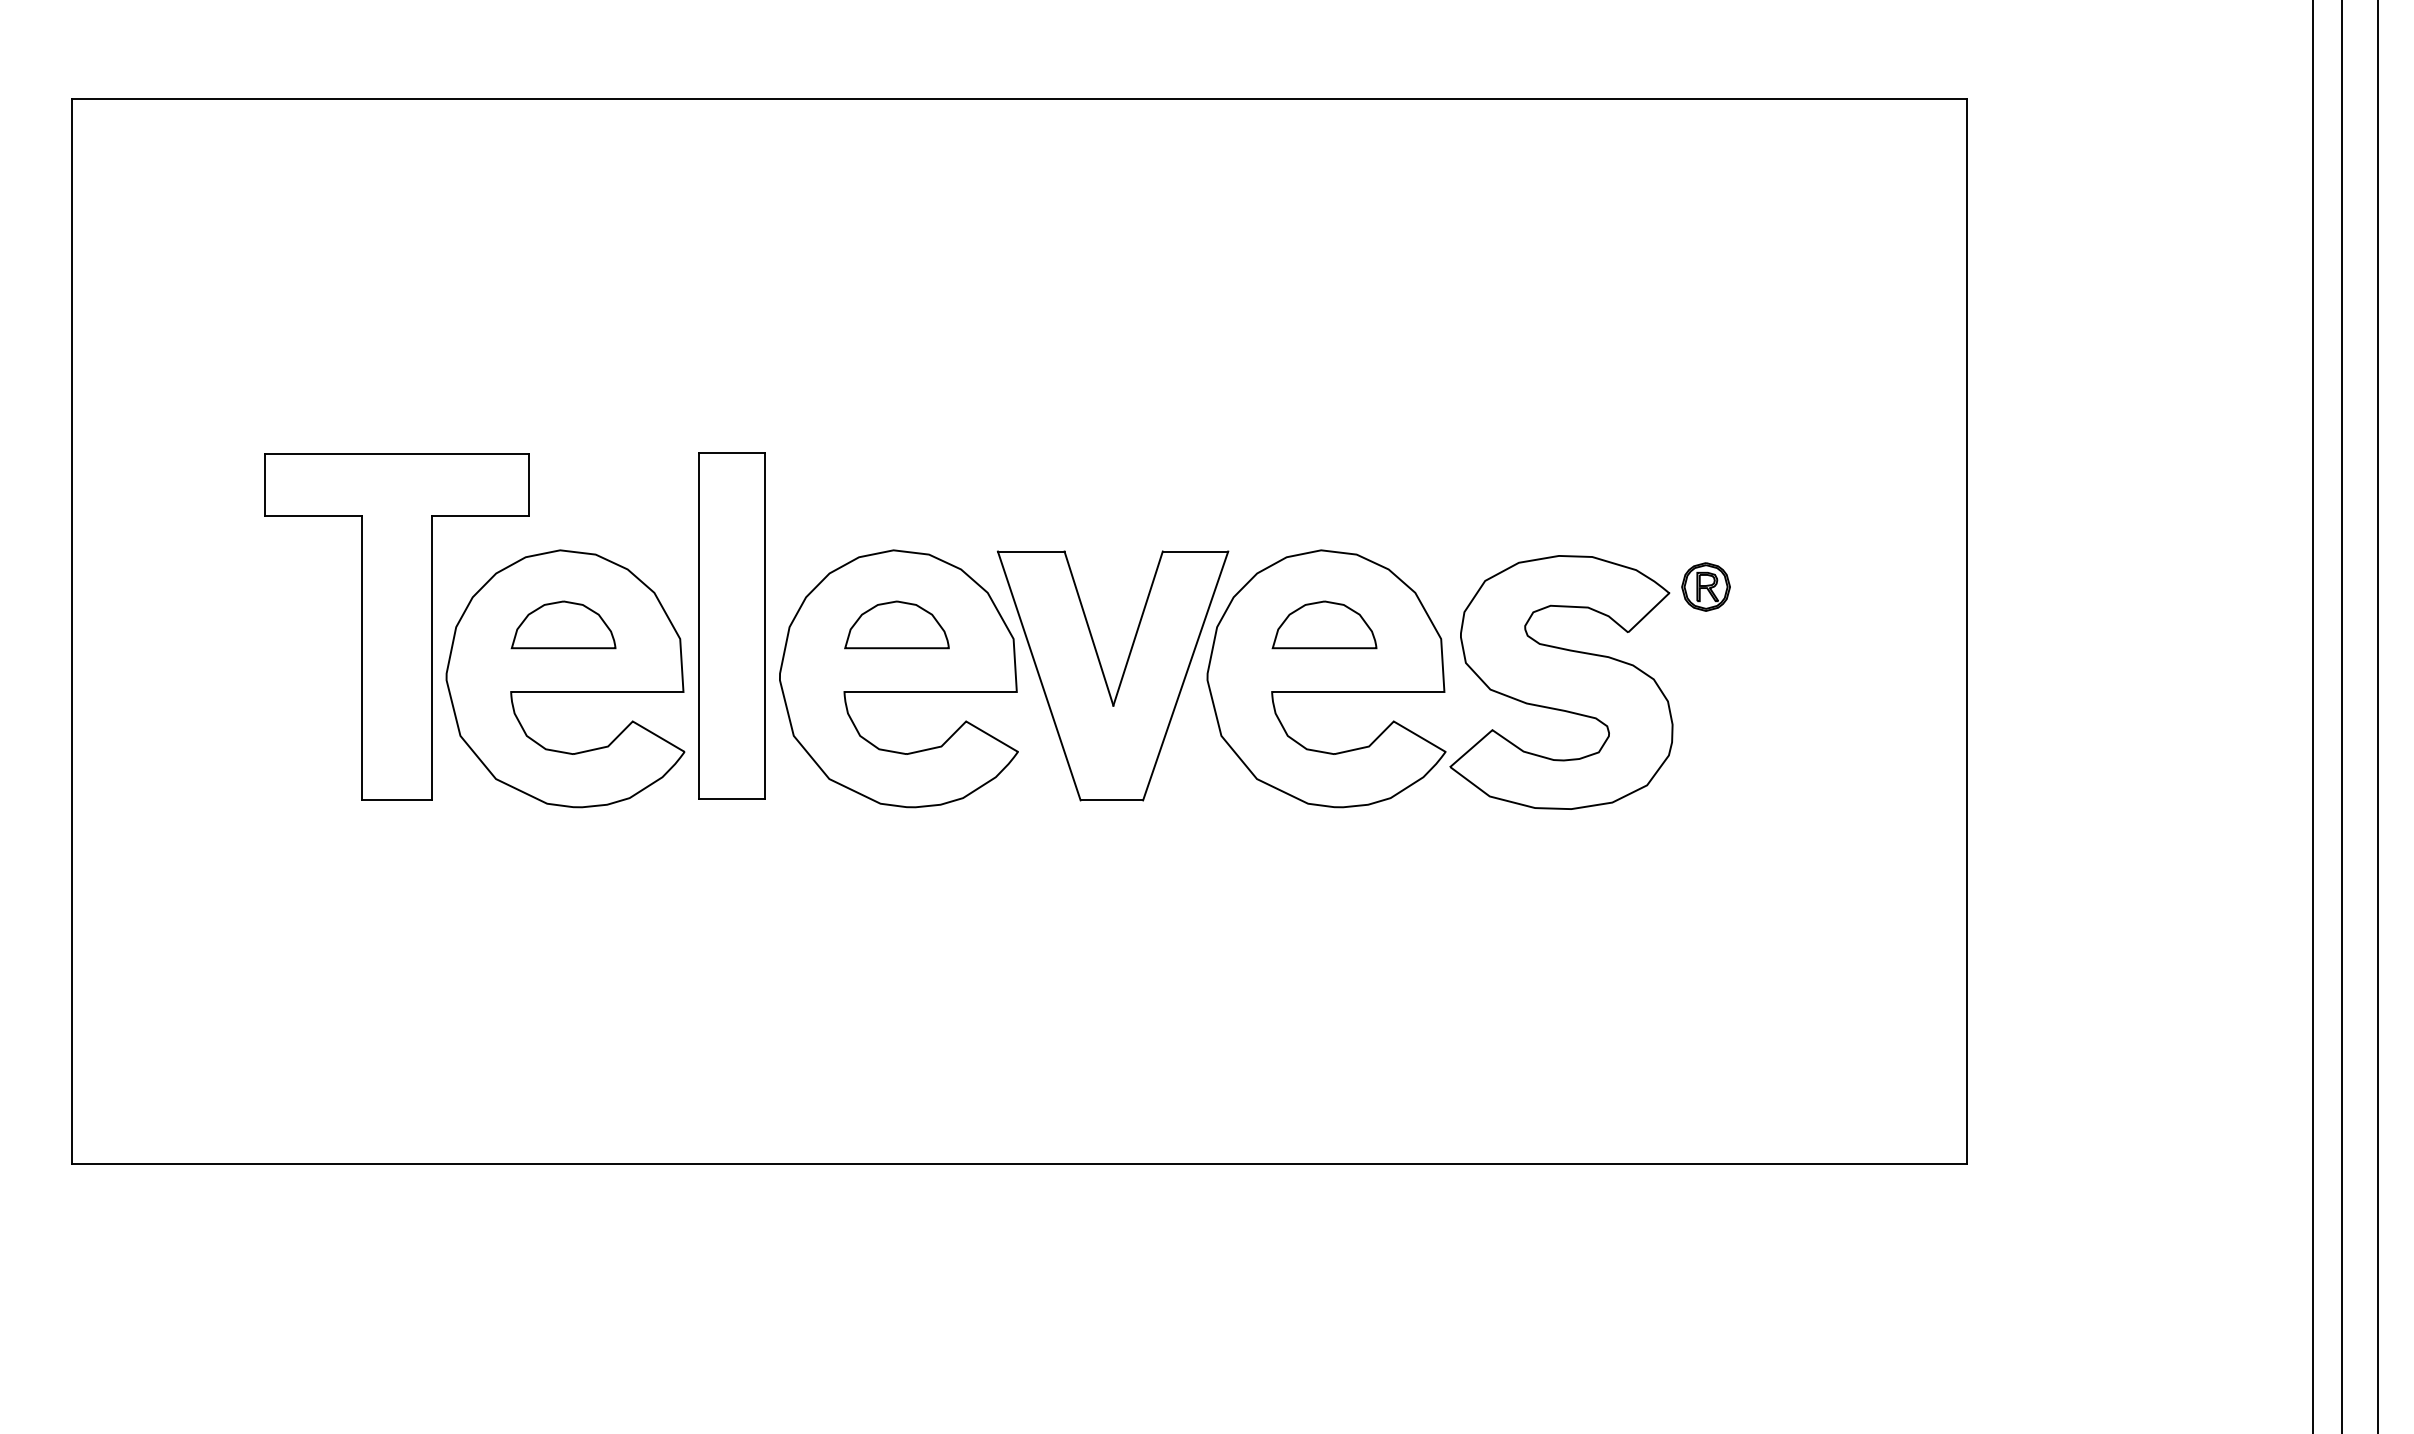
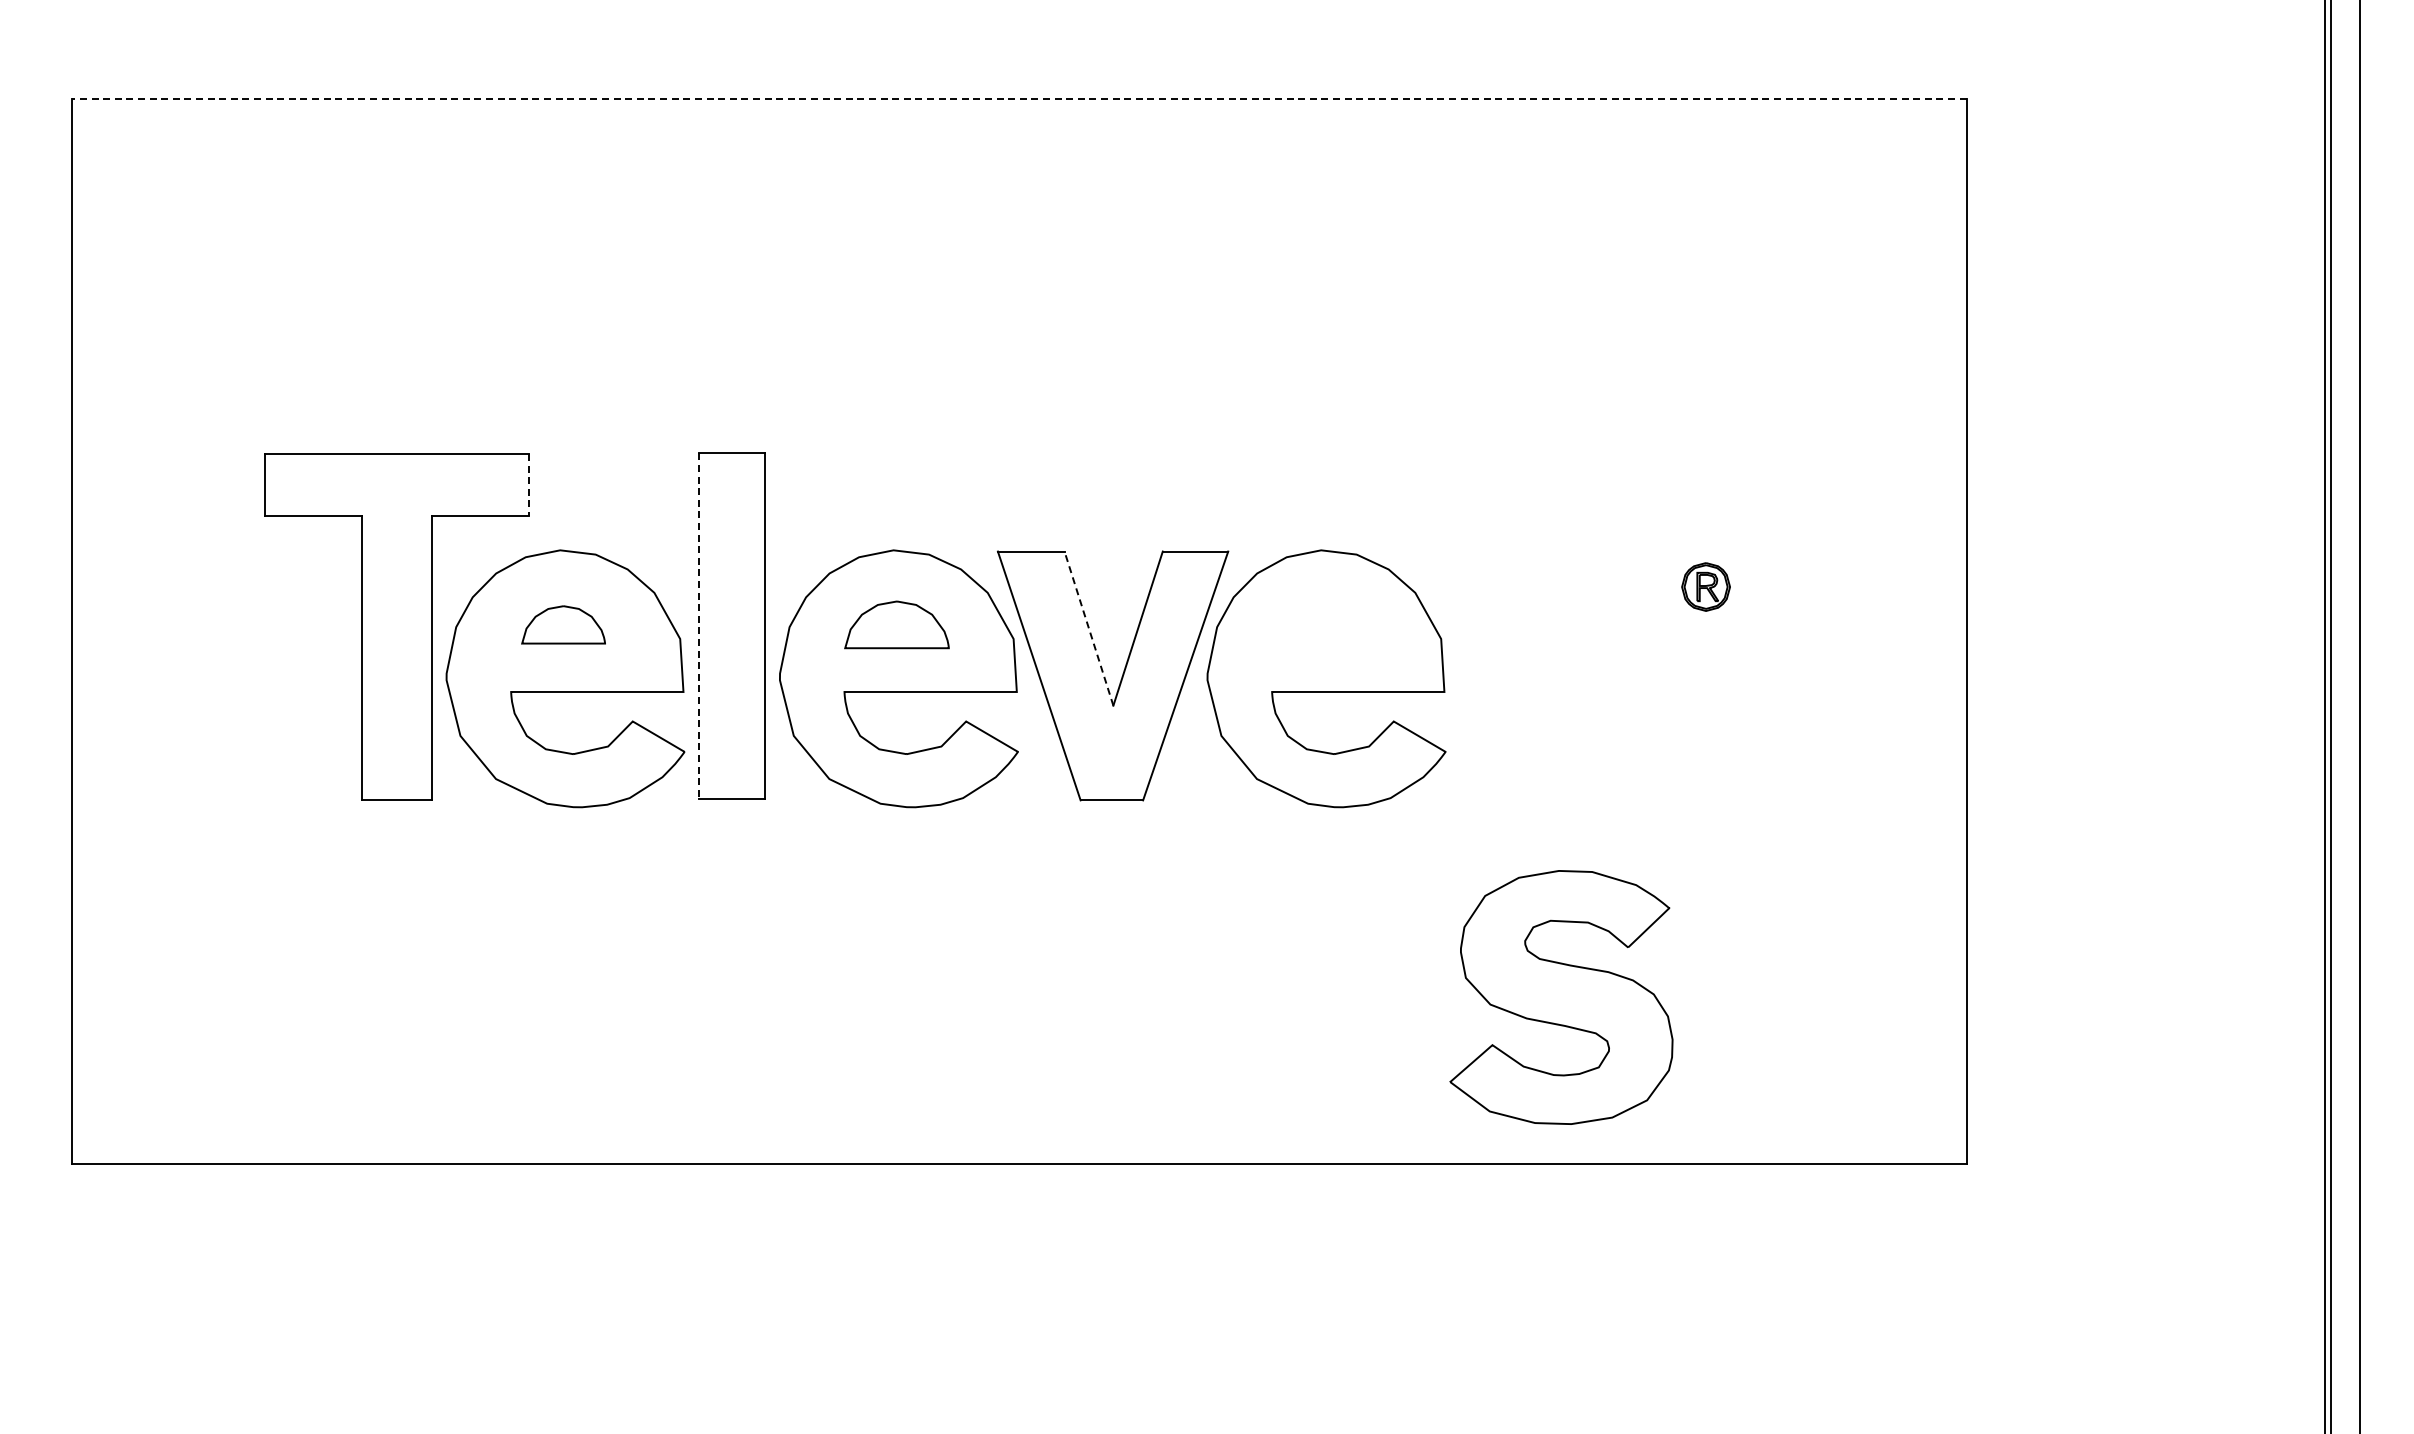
line at (1018, 98): solid -> dashed
line at (528, 484): solid -> dashed
part at (563, 624) size: 107x50 px -> 85x40 px
part at (1324, 624): present -> none
line at (698, 625): solid -> dashed
line at (1088, 628): solid -> dashed
part at (1561, 682) position: (1561, 682) -> (1561, 997)
line at (2313, 716) position: (2313, 716) -> (2331, 716)
line at (2341, 716) position: (2341, 716) -> (2324, 716)
line at (2378, 716) position: (2378, 716) -> (2360, 716)
